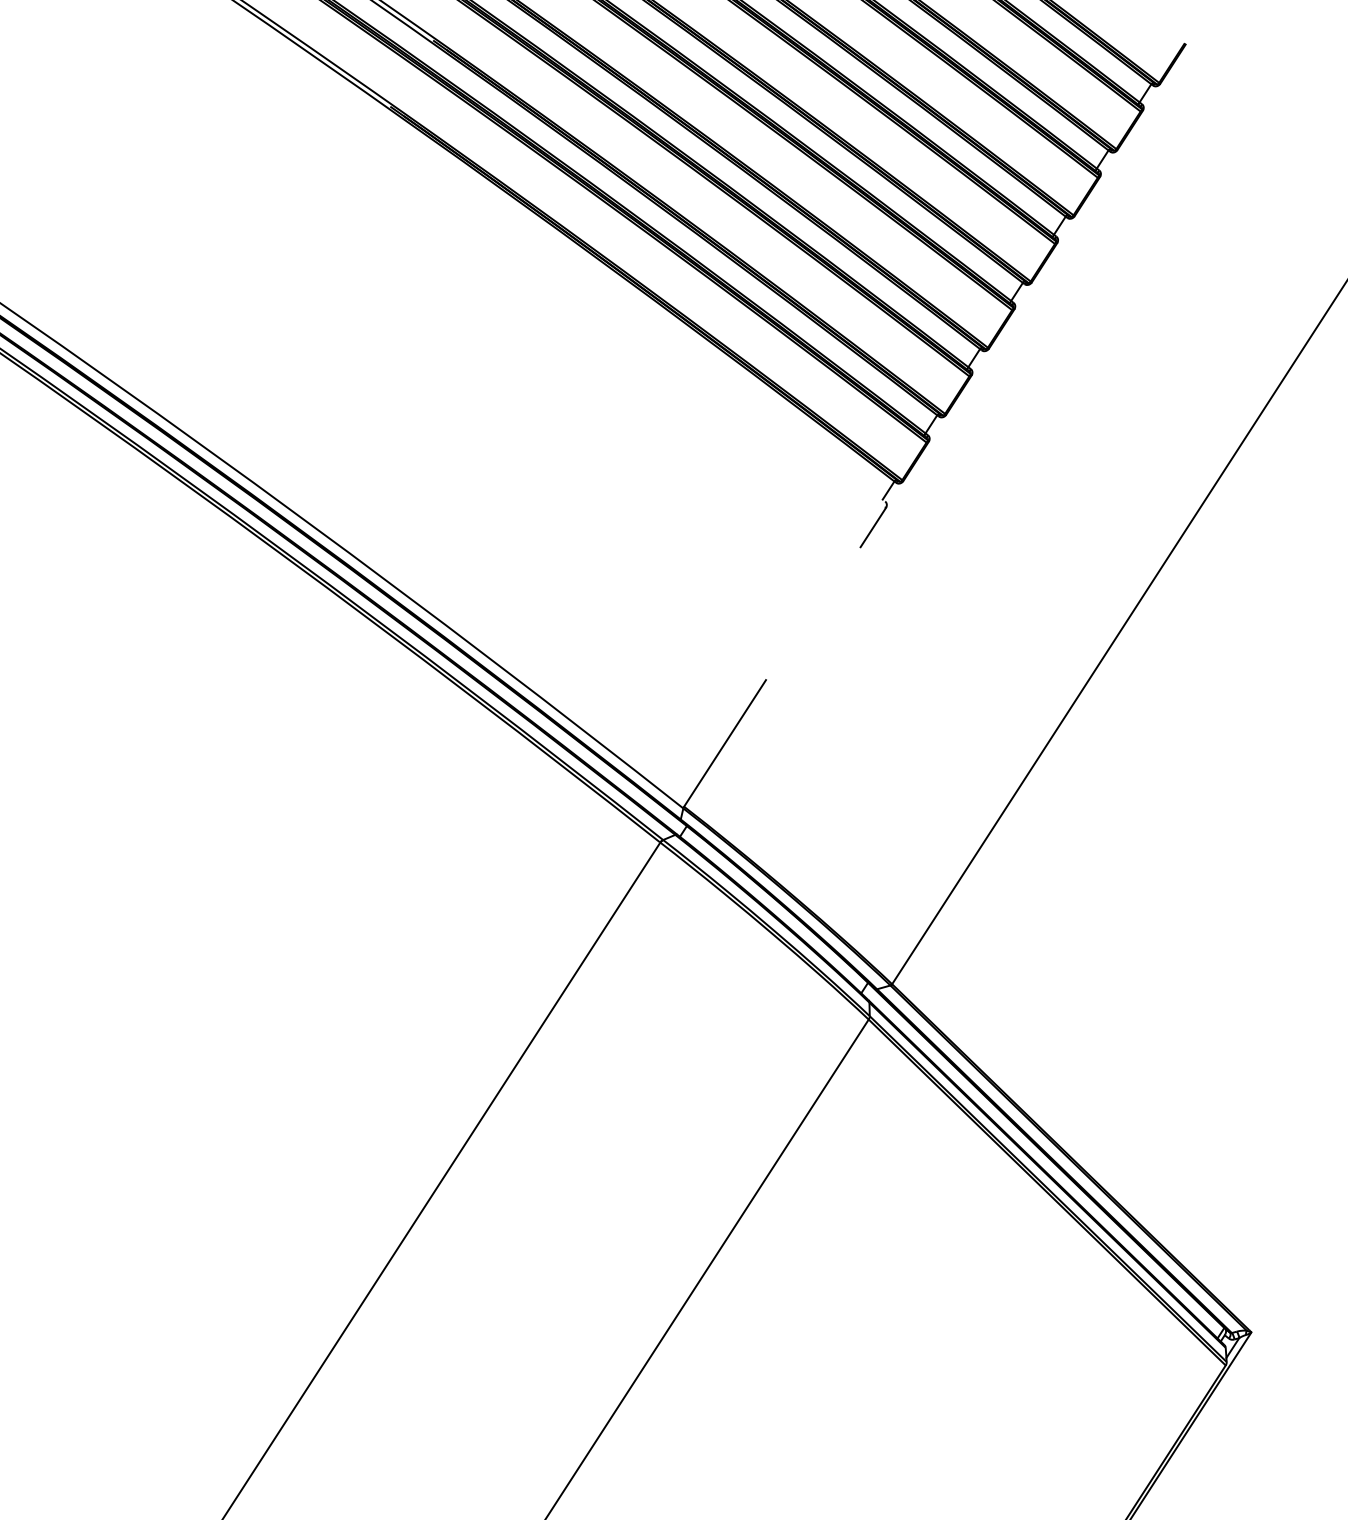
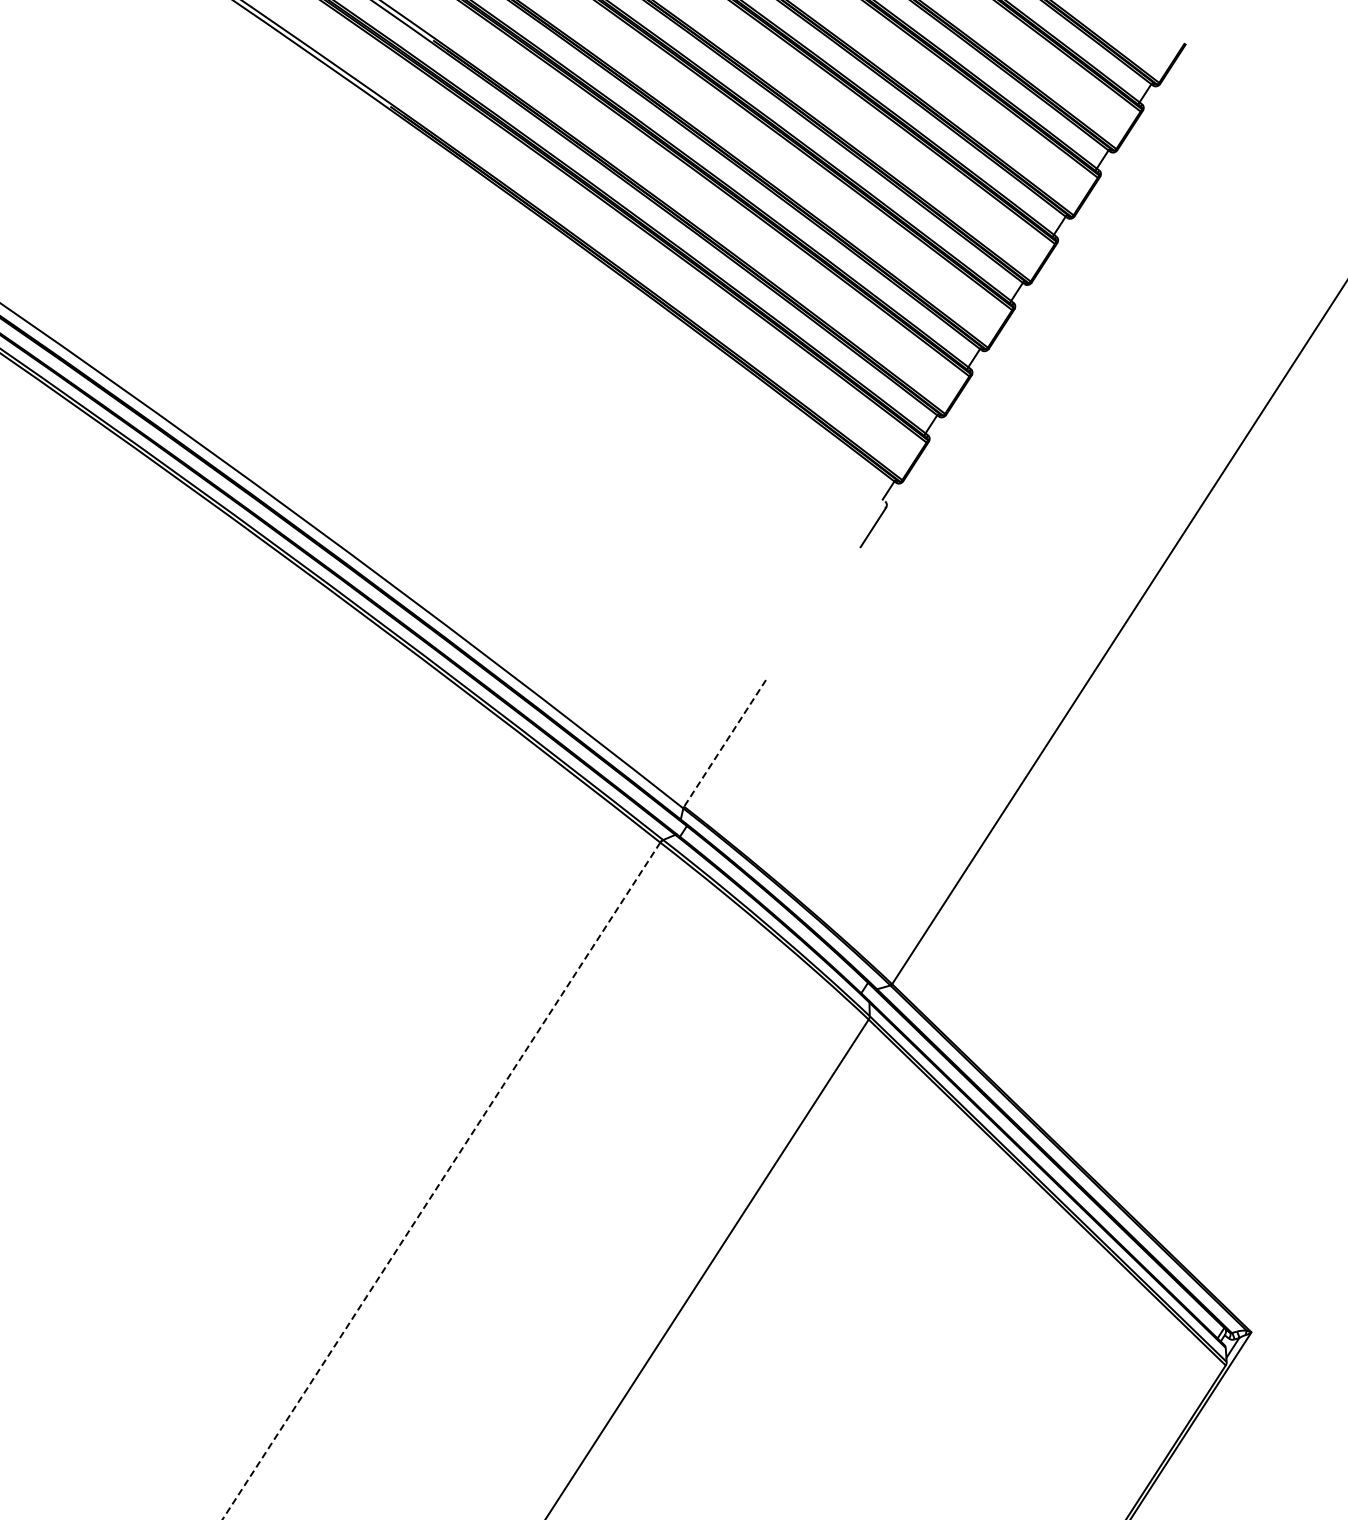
line at (724, 743): solid -> dashed
line at (441, 1180): solid -> dashed
